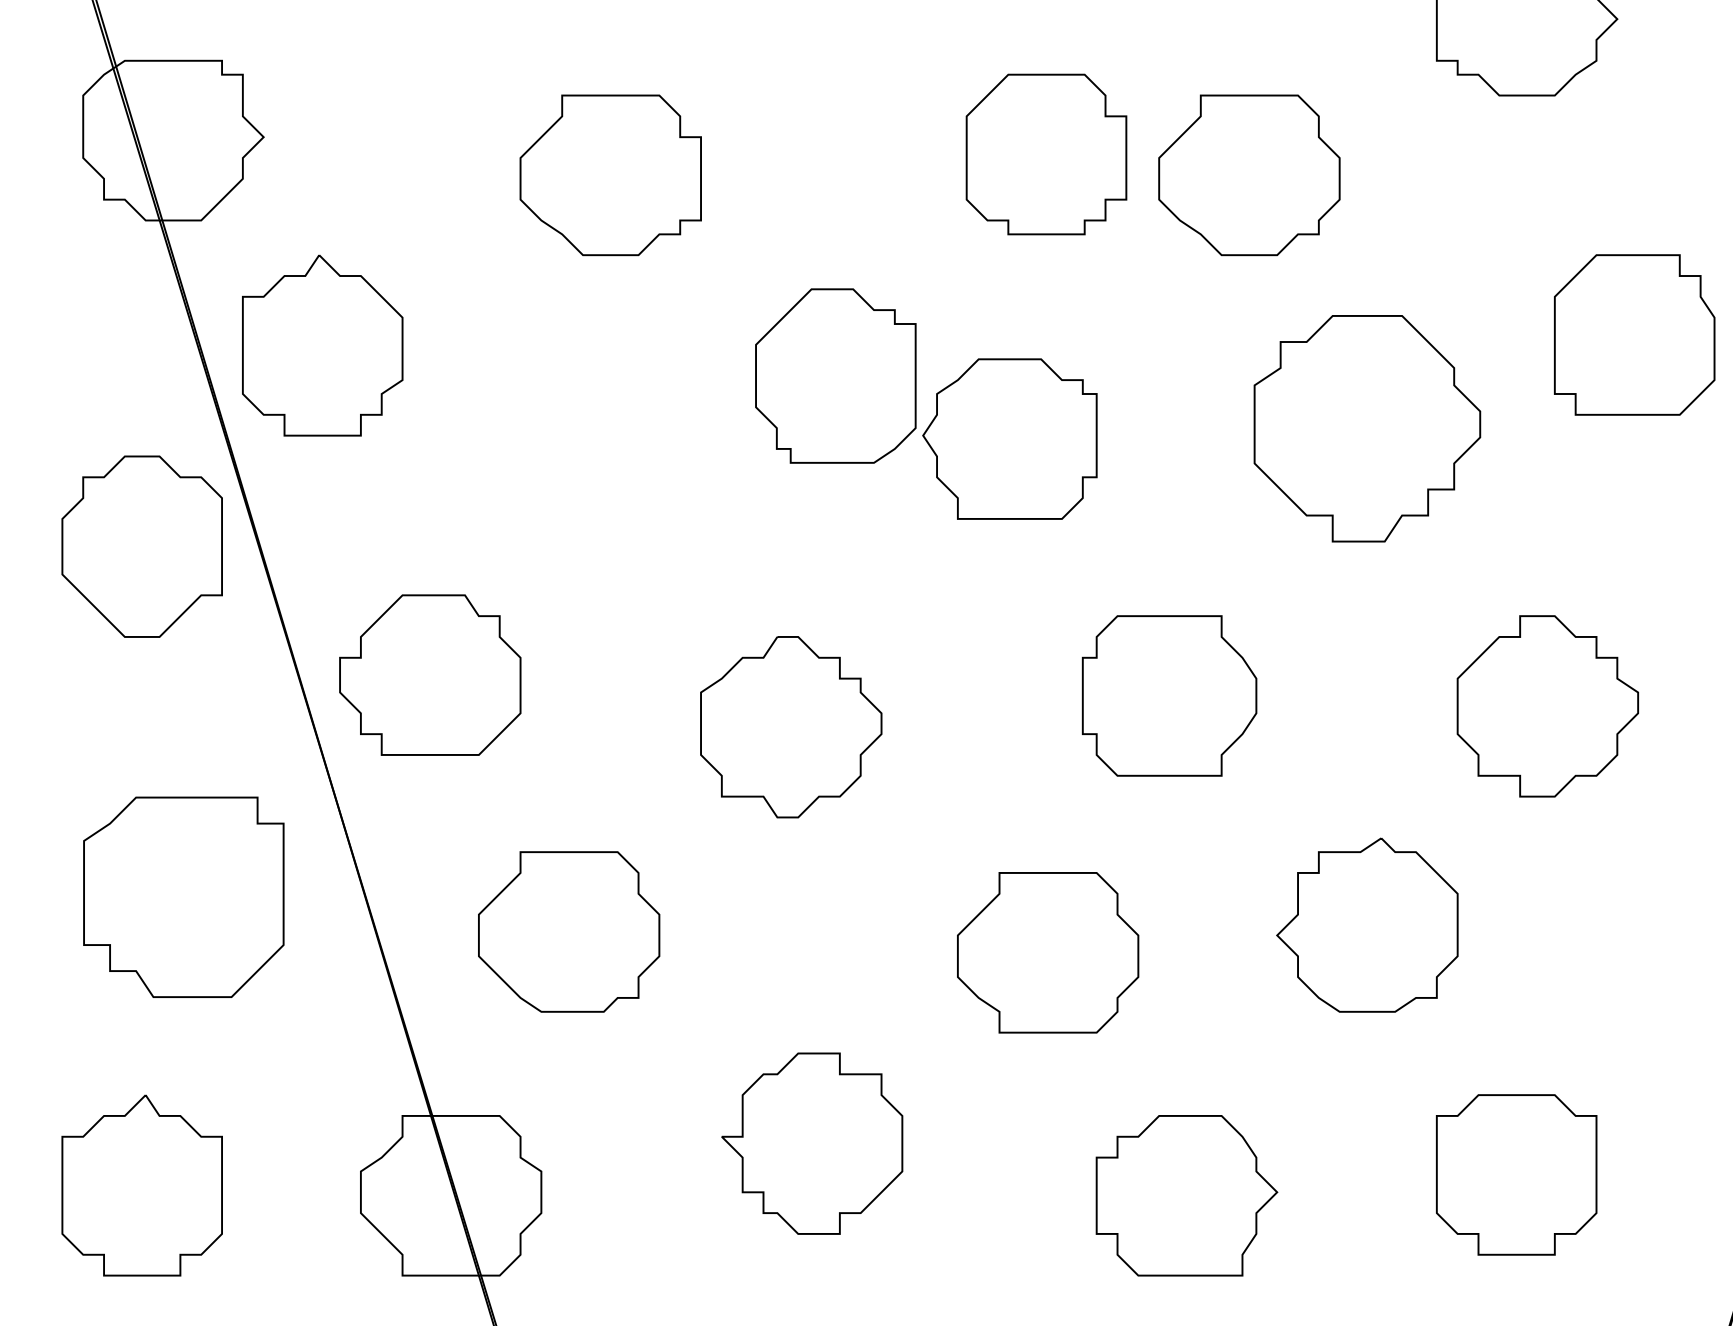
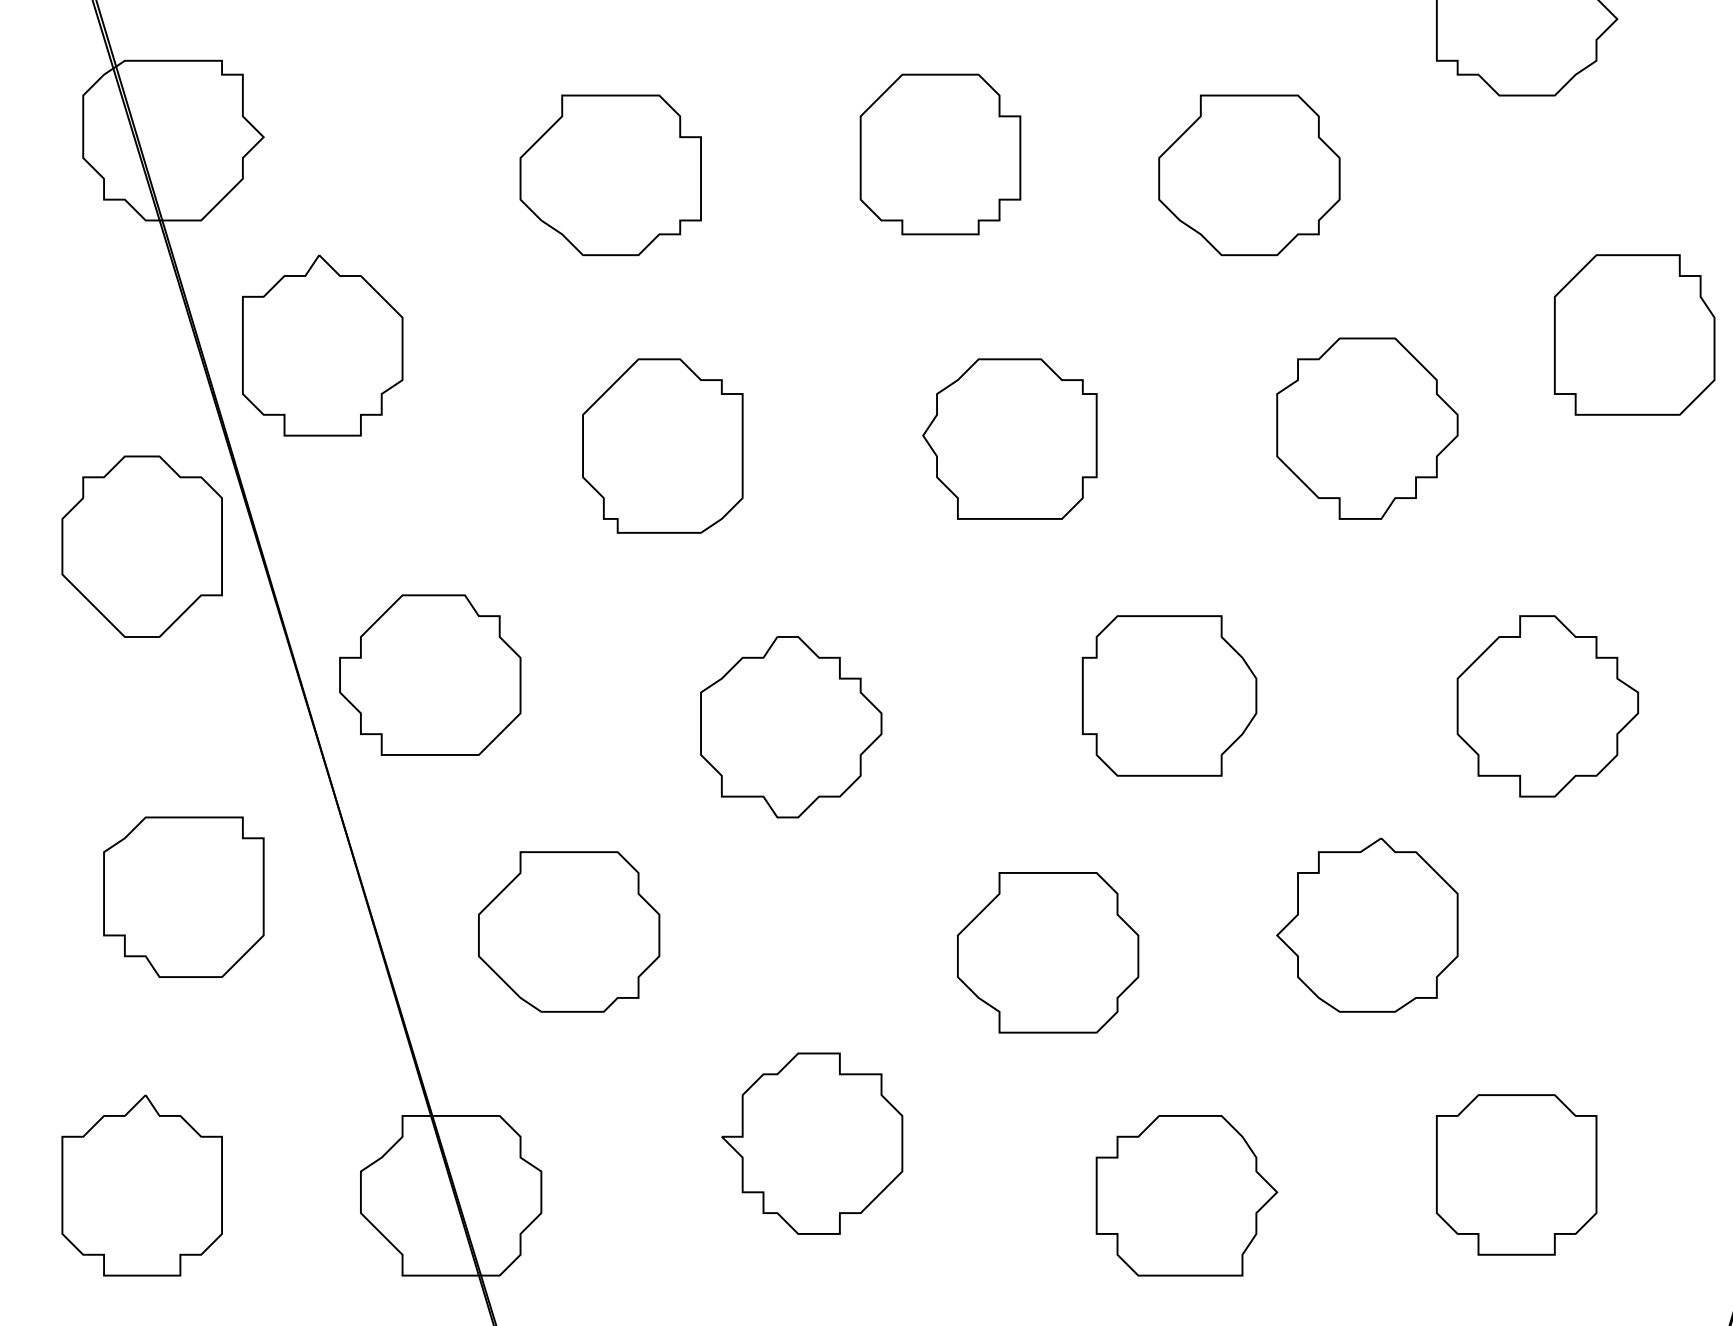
part at (1046, 154) position: (1046, 154) -> (940, 154)
part at (835, 375) position: (835, 375) -> (662, 445)
part at (1367, 428) size: 229x228 px -> 183x183 px
part at (183, 896) size: 202x202 px -> 162x162 px
